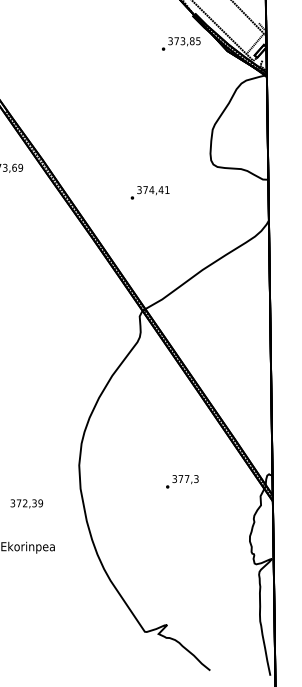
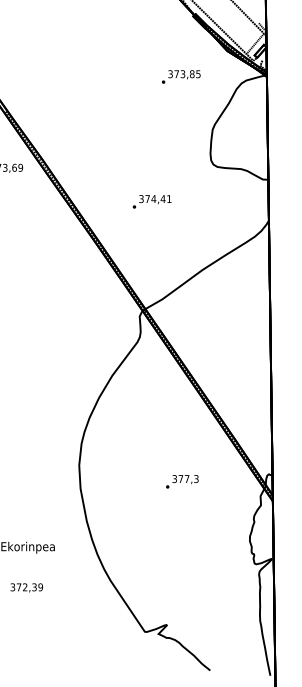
text at (181, 43) position: (181, 43) -> (181, 76)
text at (149, 192) position: (149, 192) -> (151, 201)
text at (26, 503) position: (26, 503) -> (26, 587)
